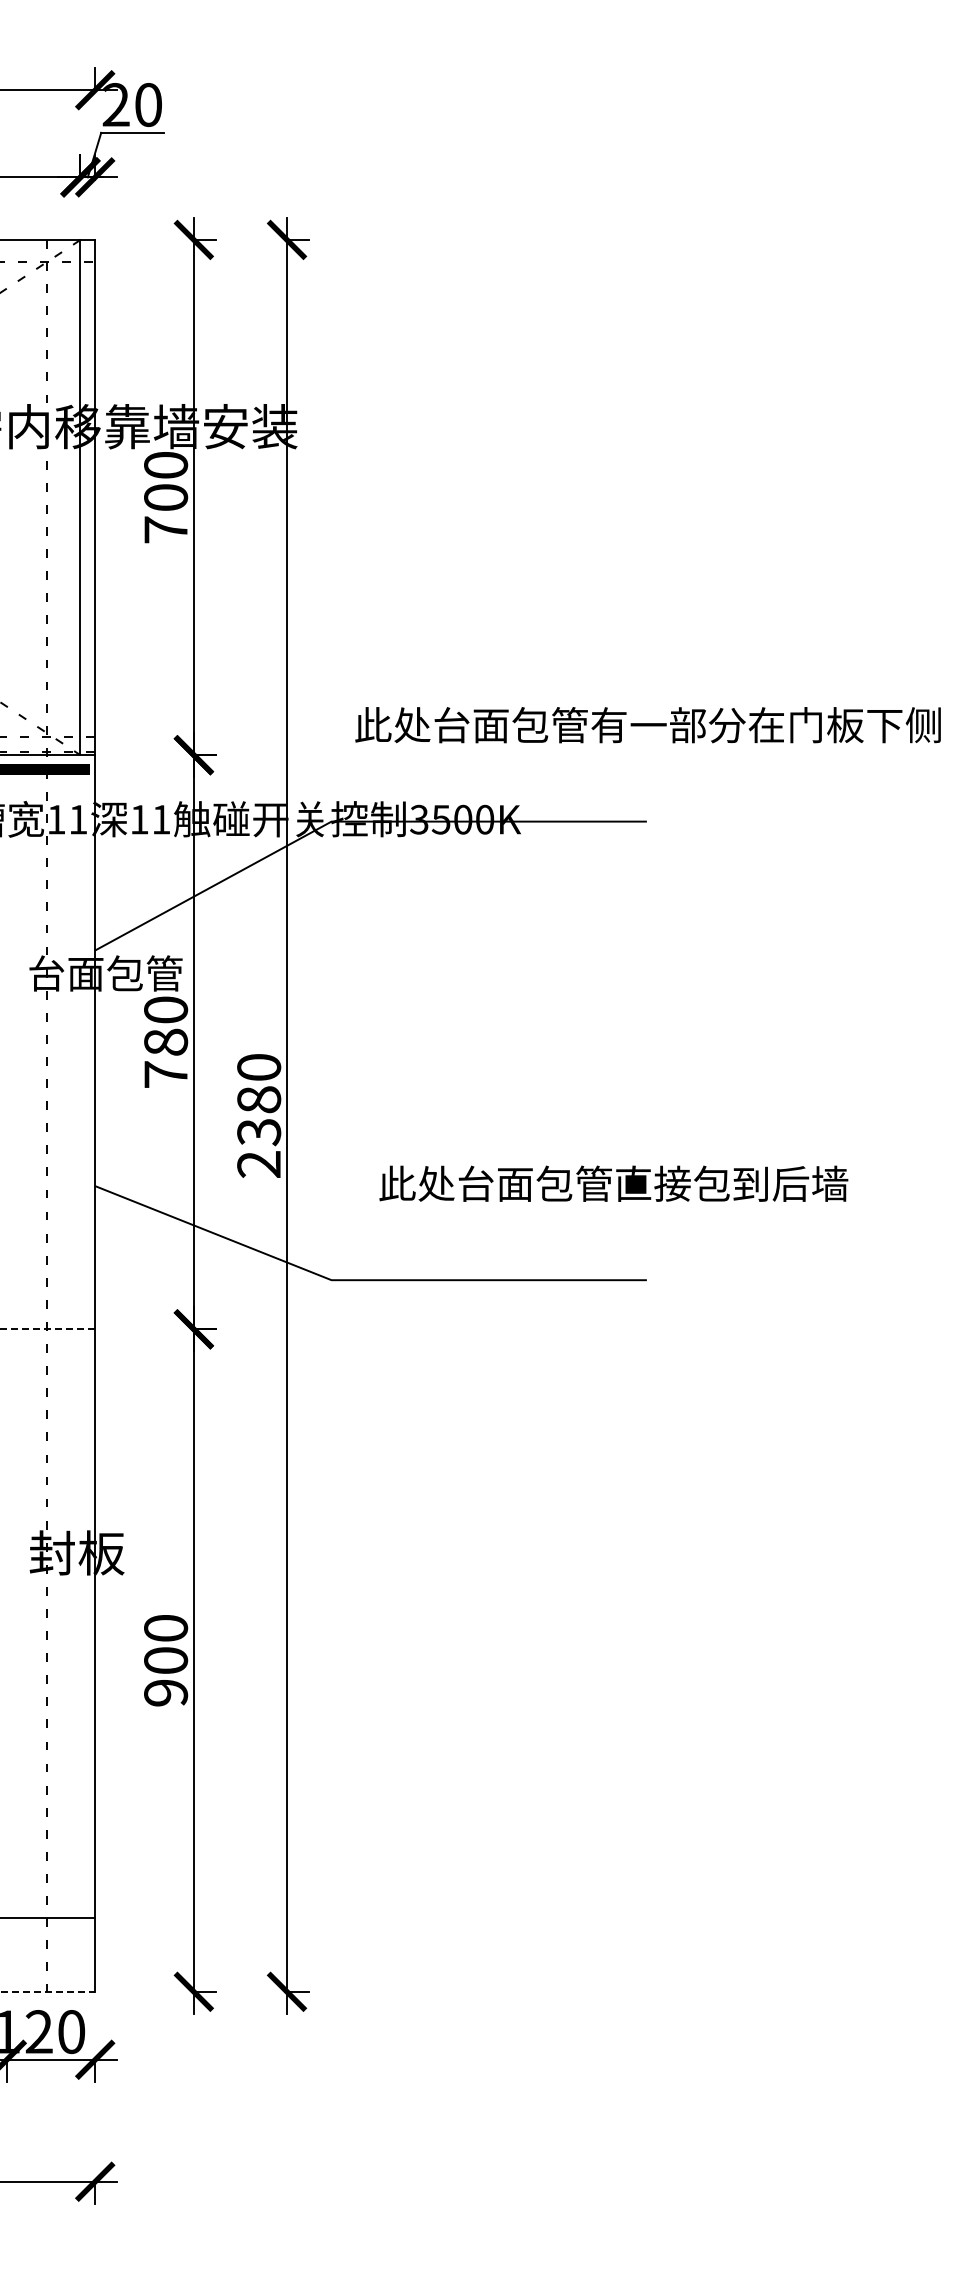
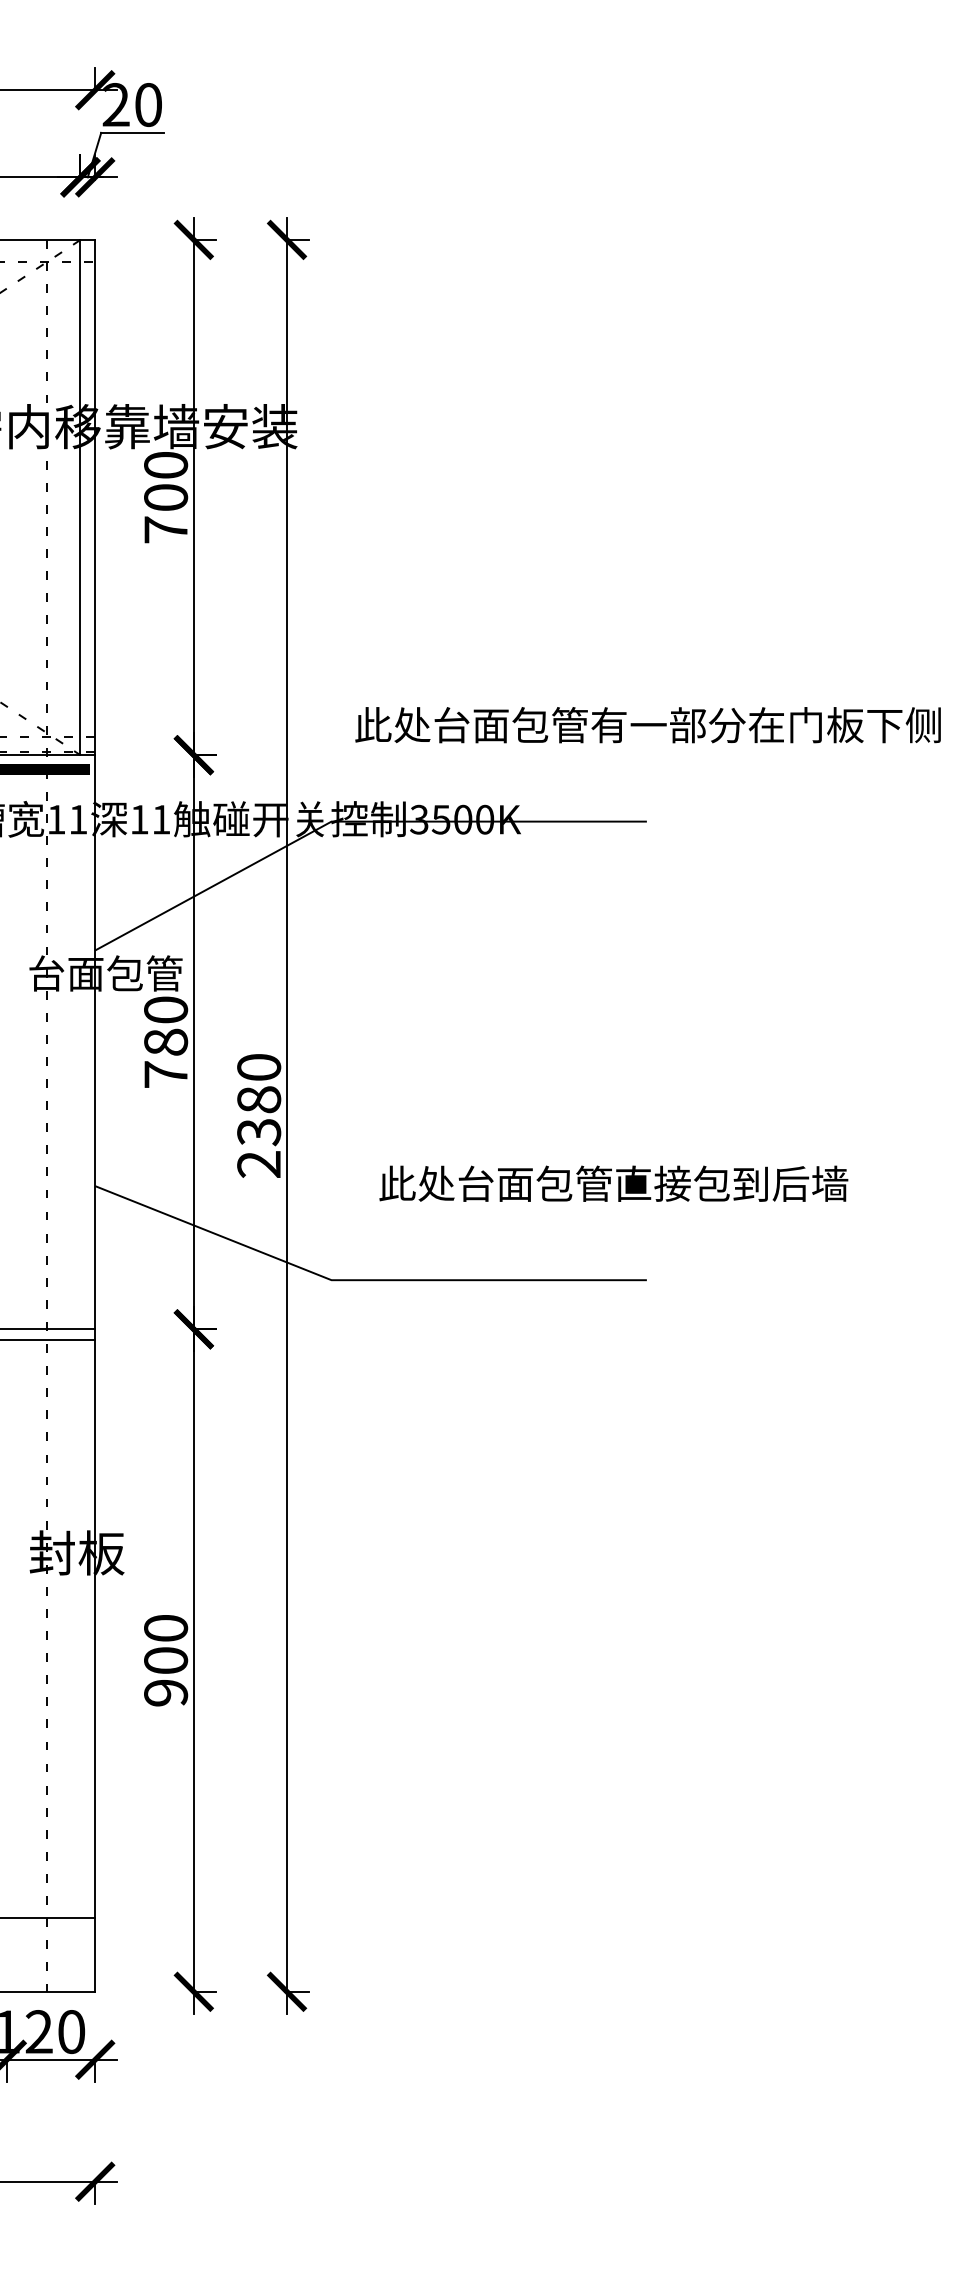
line at (47, 1329): dashed -> solid
line at (48, 1340): none -> present
line at (48, 1991): dashed -> solid
